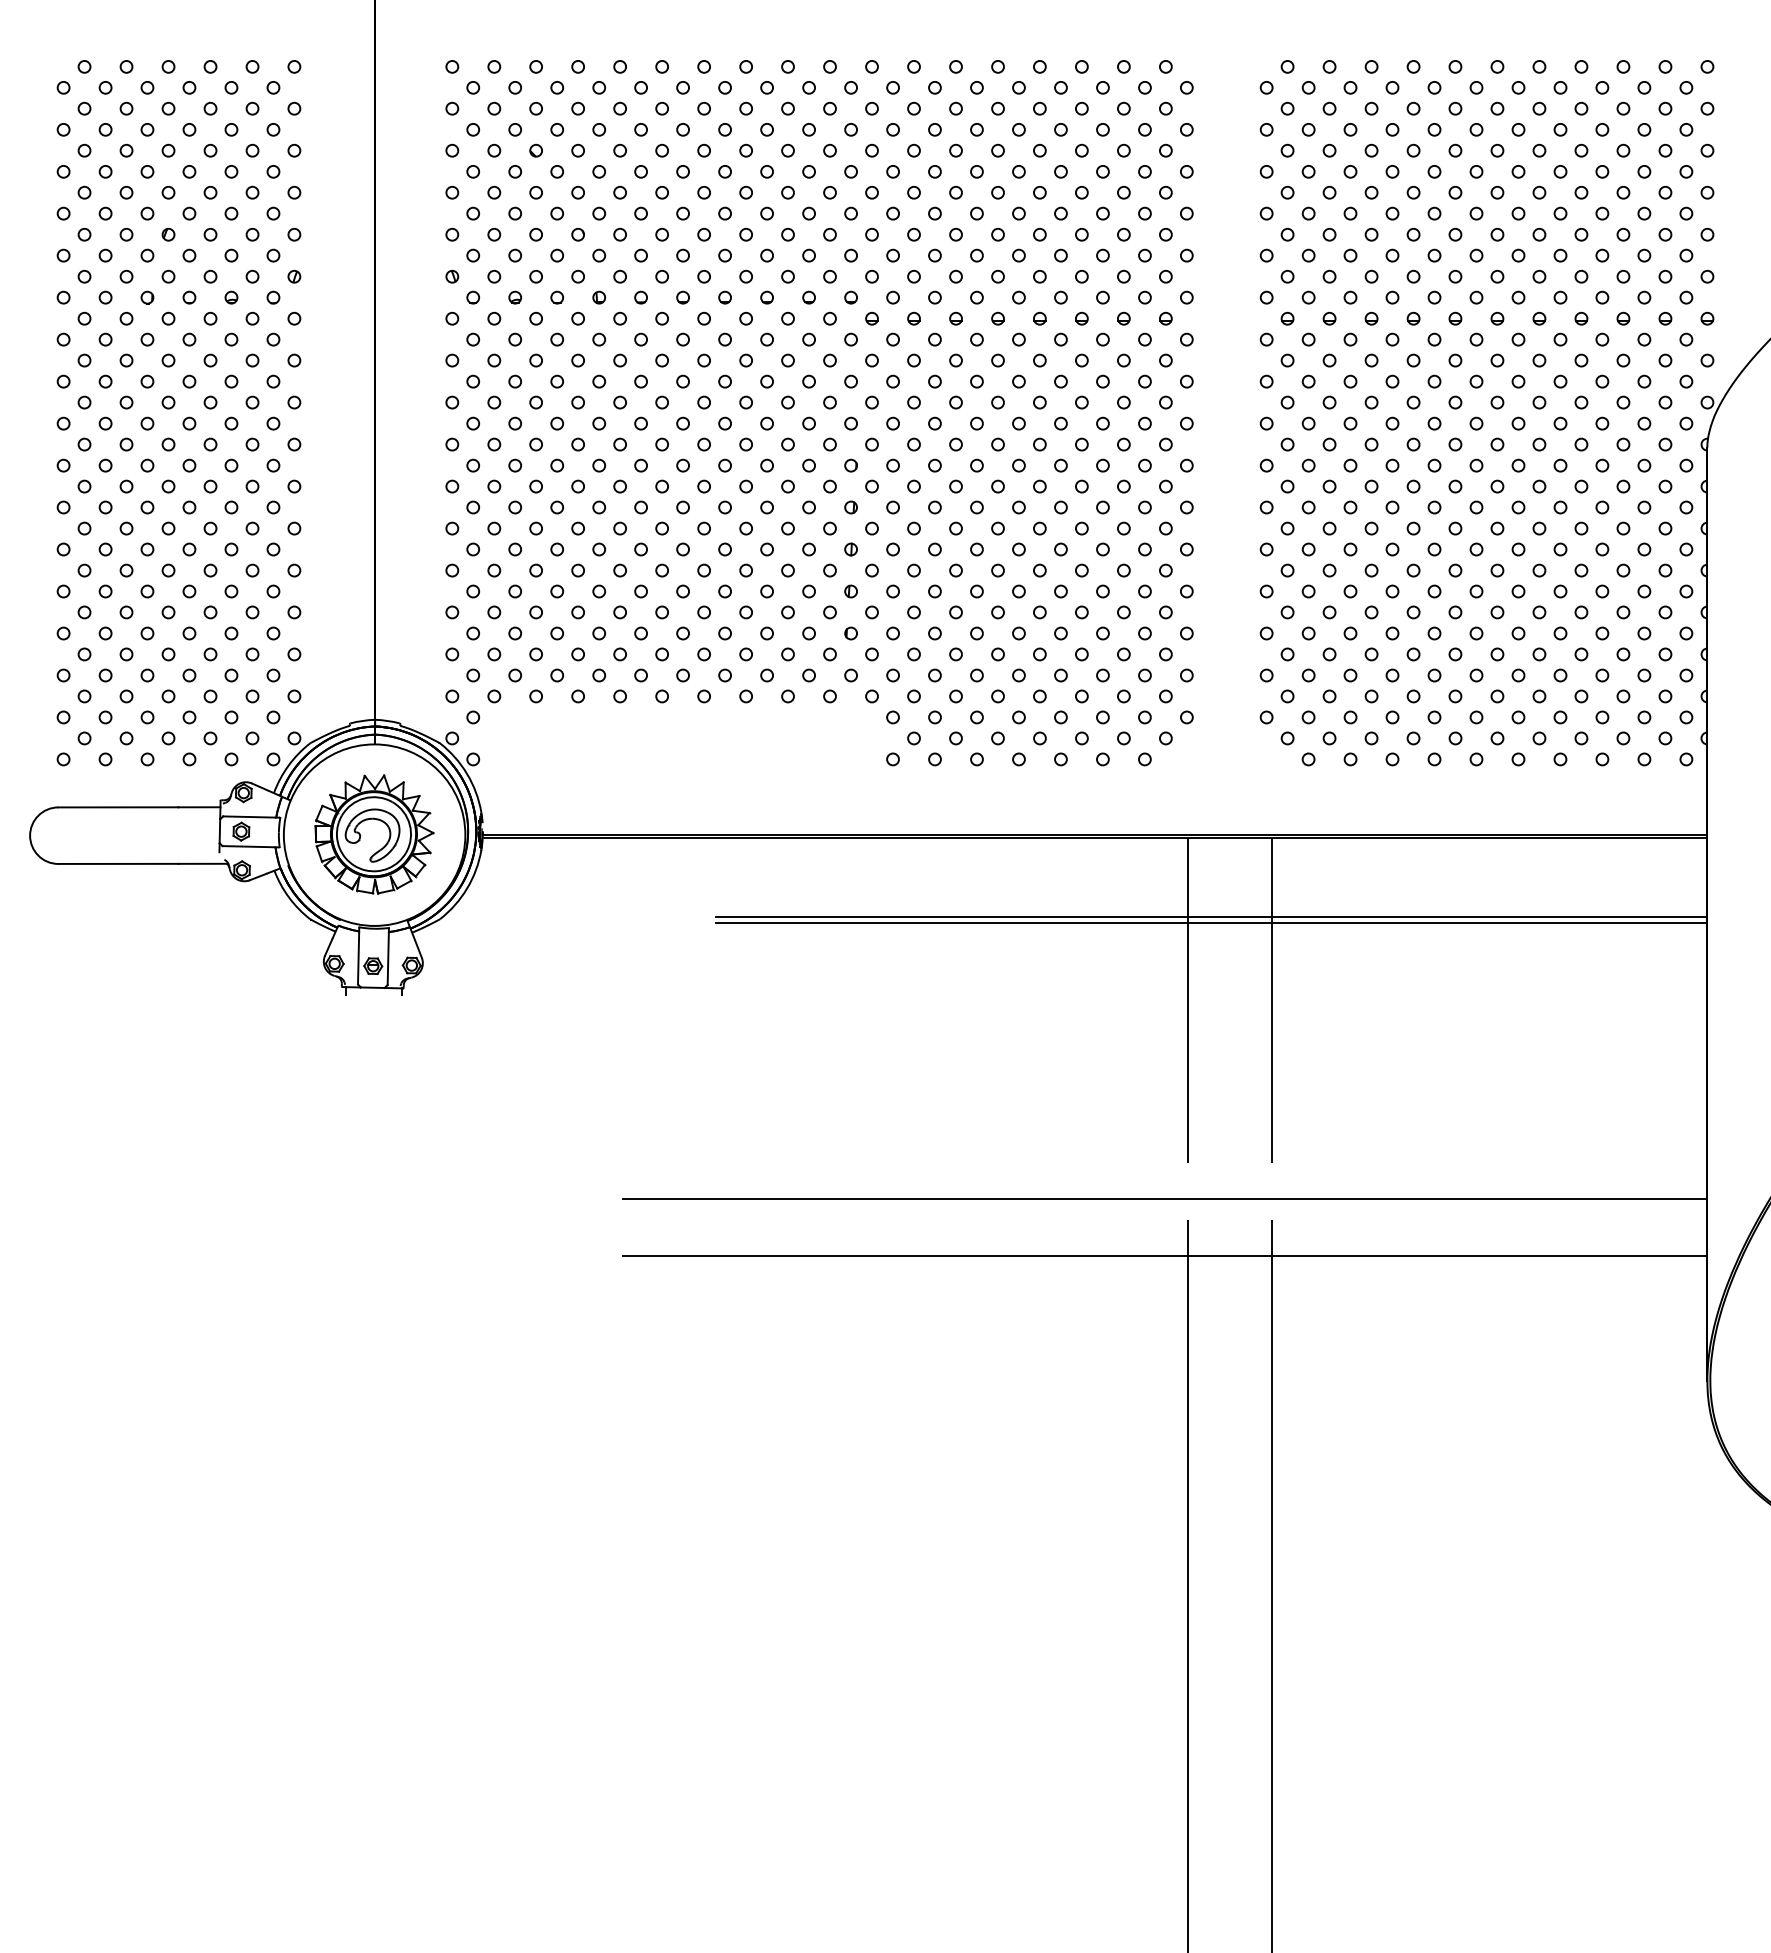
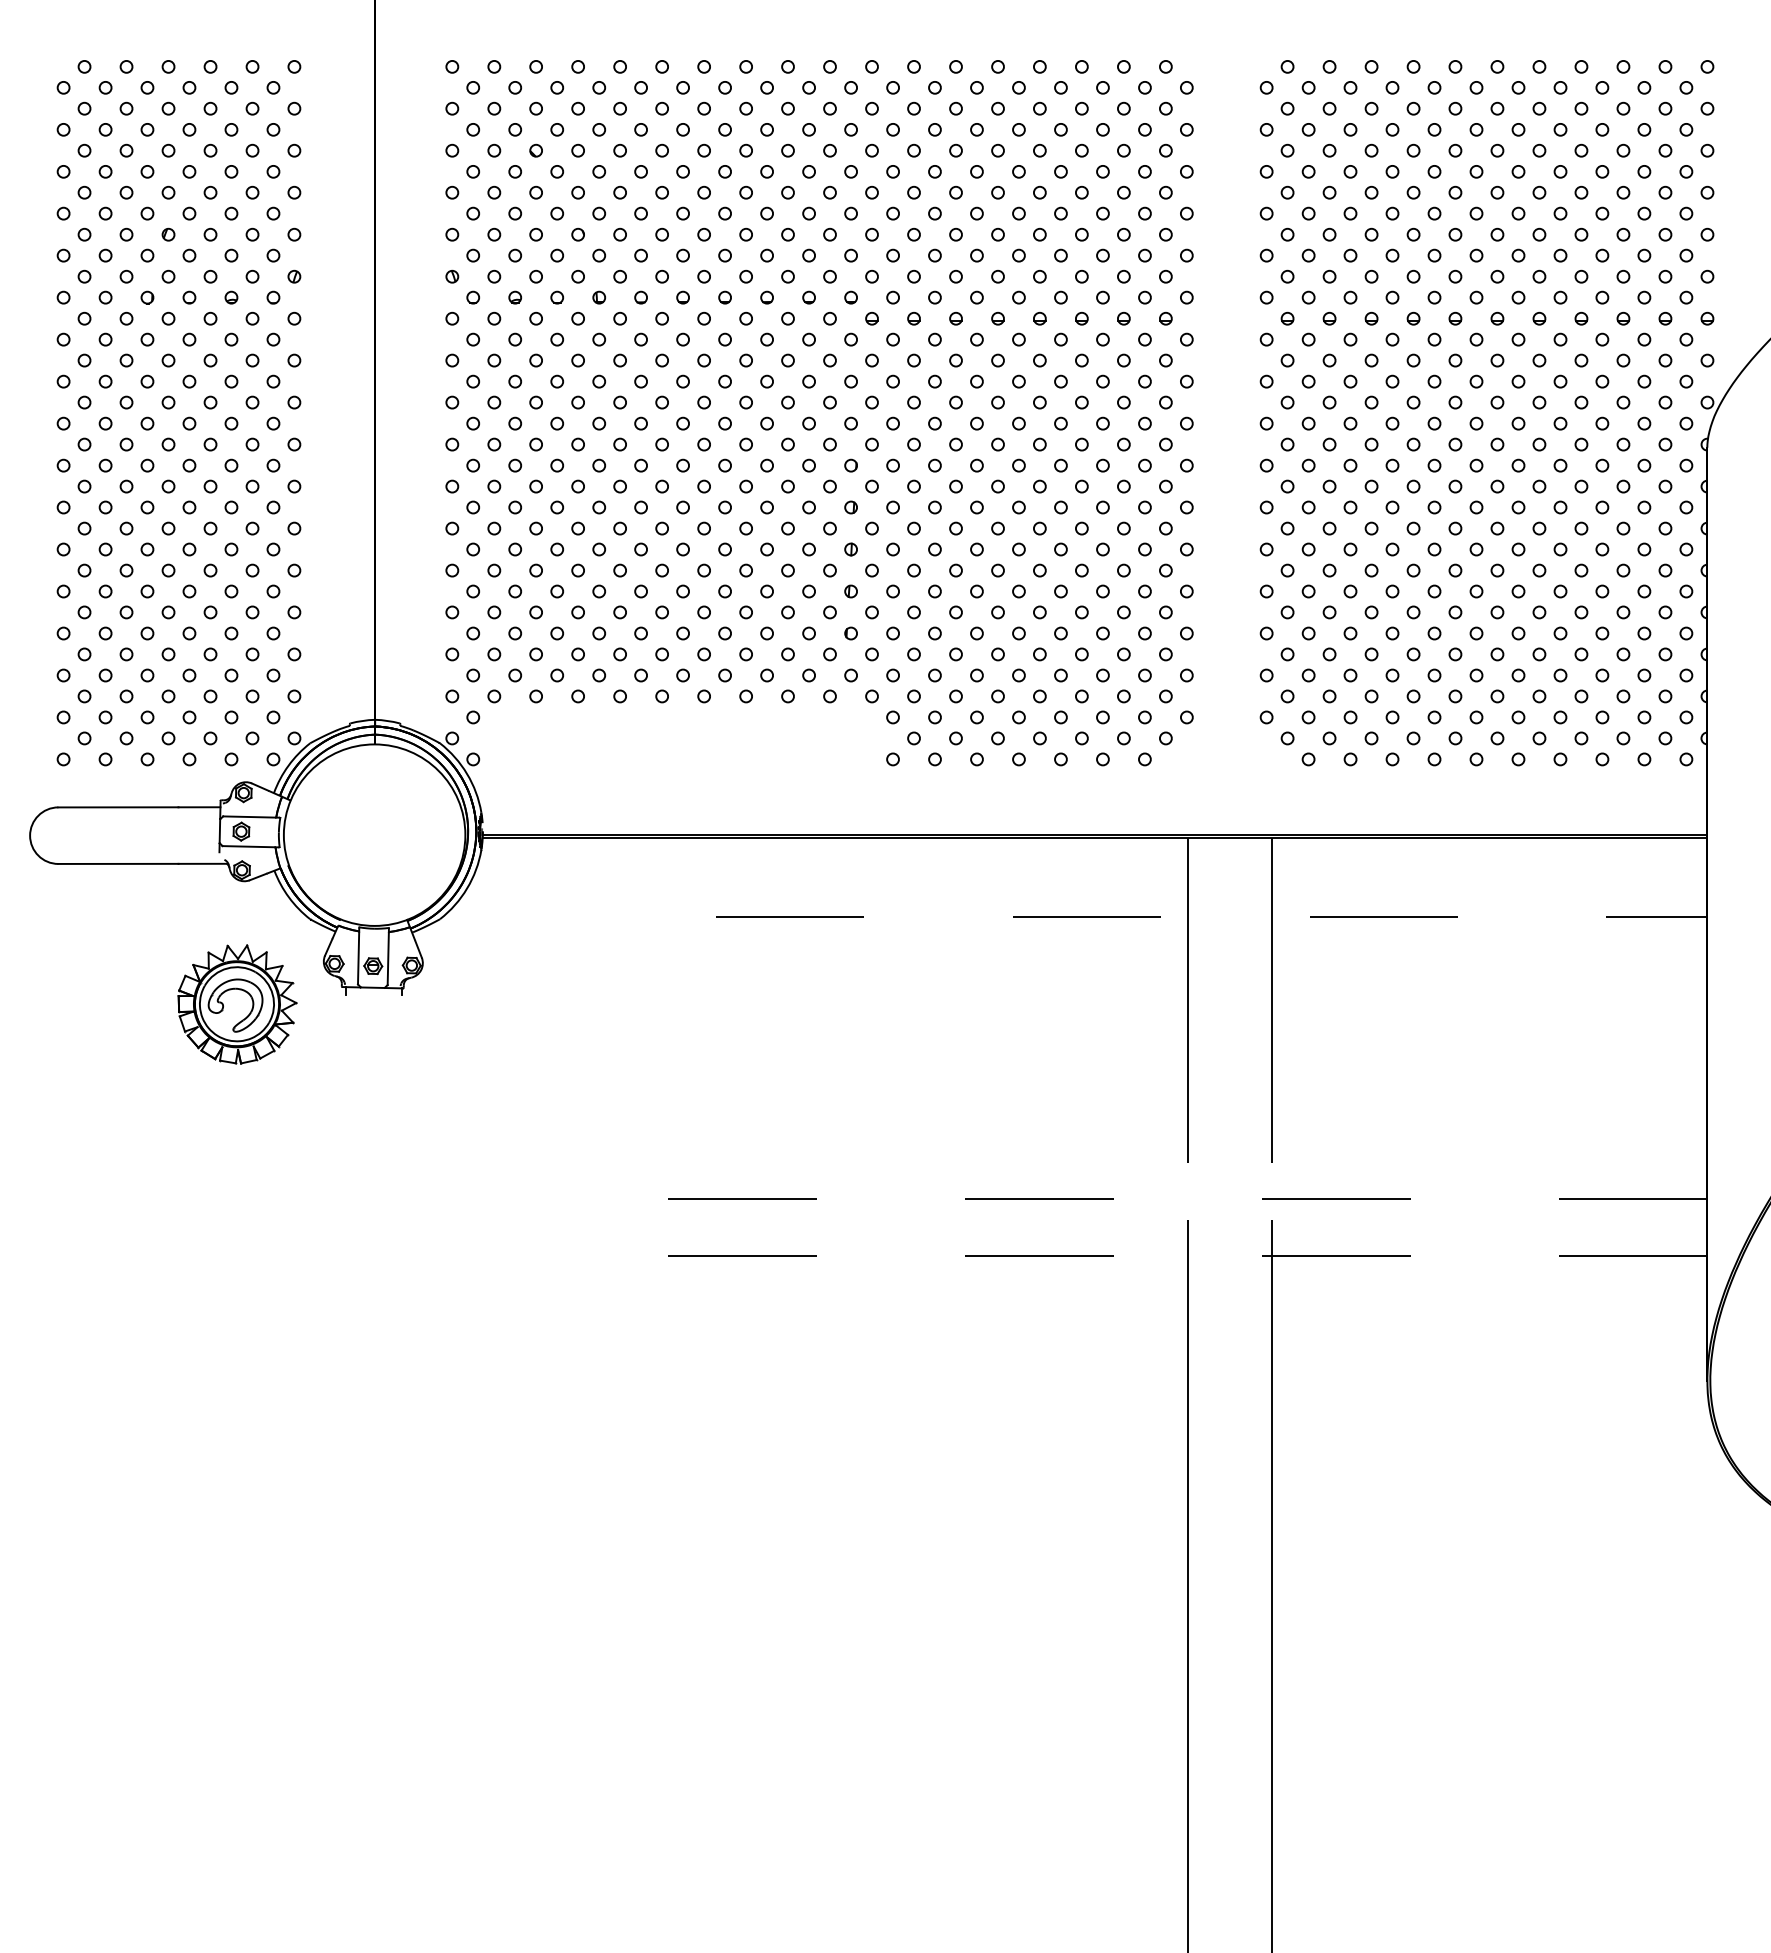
part at (374, 834) position: (374, 834) -> (237, 1004)
line at (1211, 917): solid -> dashed
line at (1211, 923): present -> none
line at (1164, 1199): solid -> dashed
line at (1164, 1255): solid -> dashed
